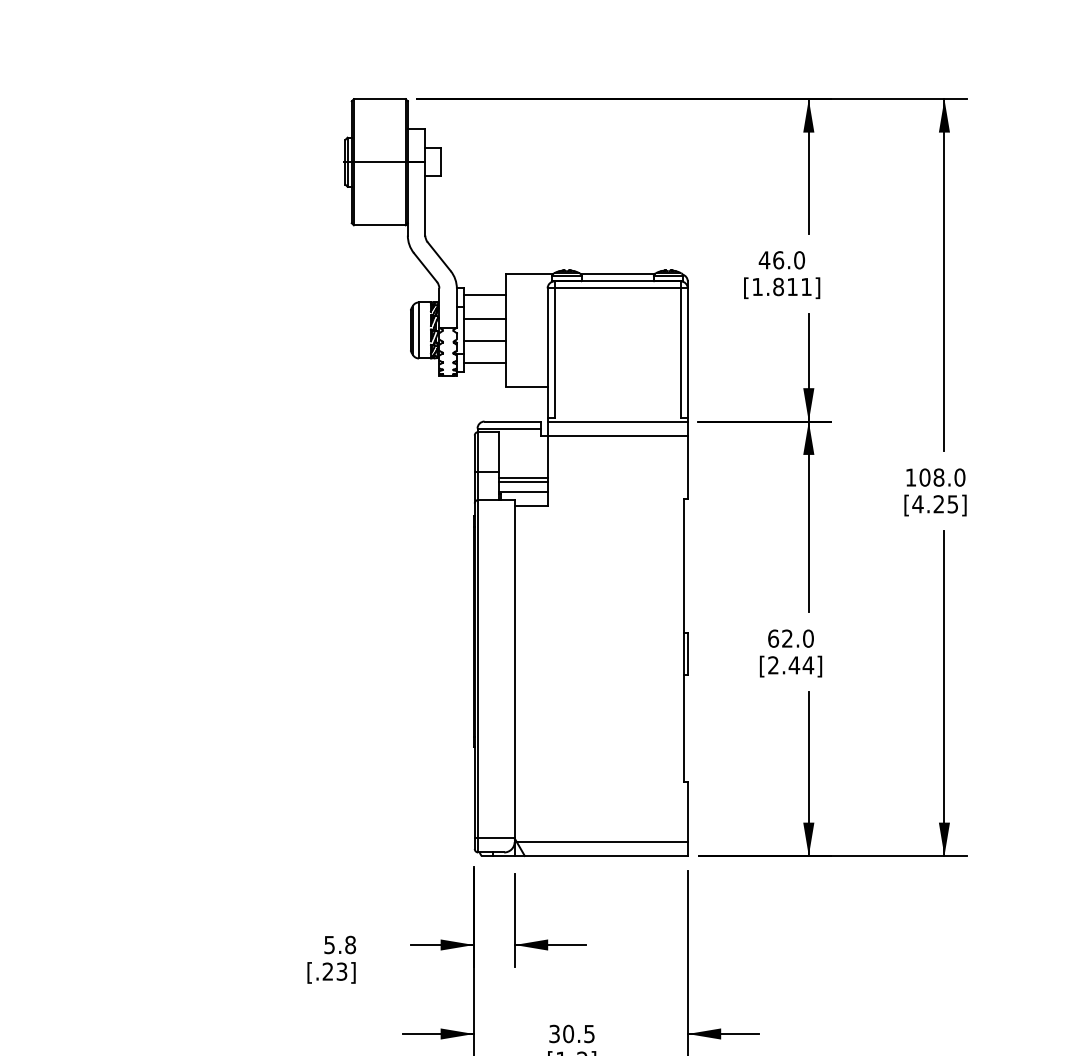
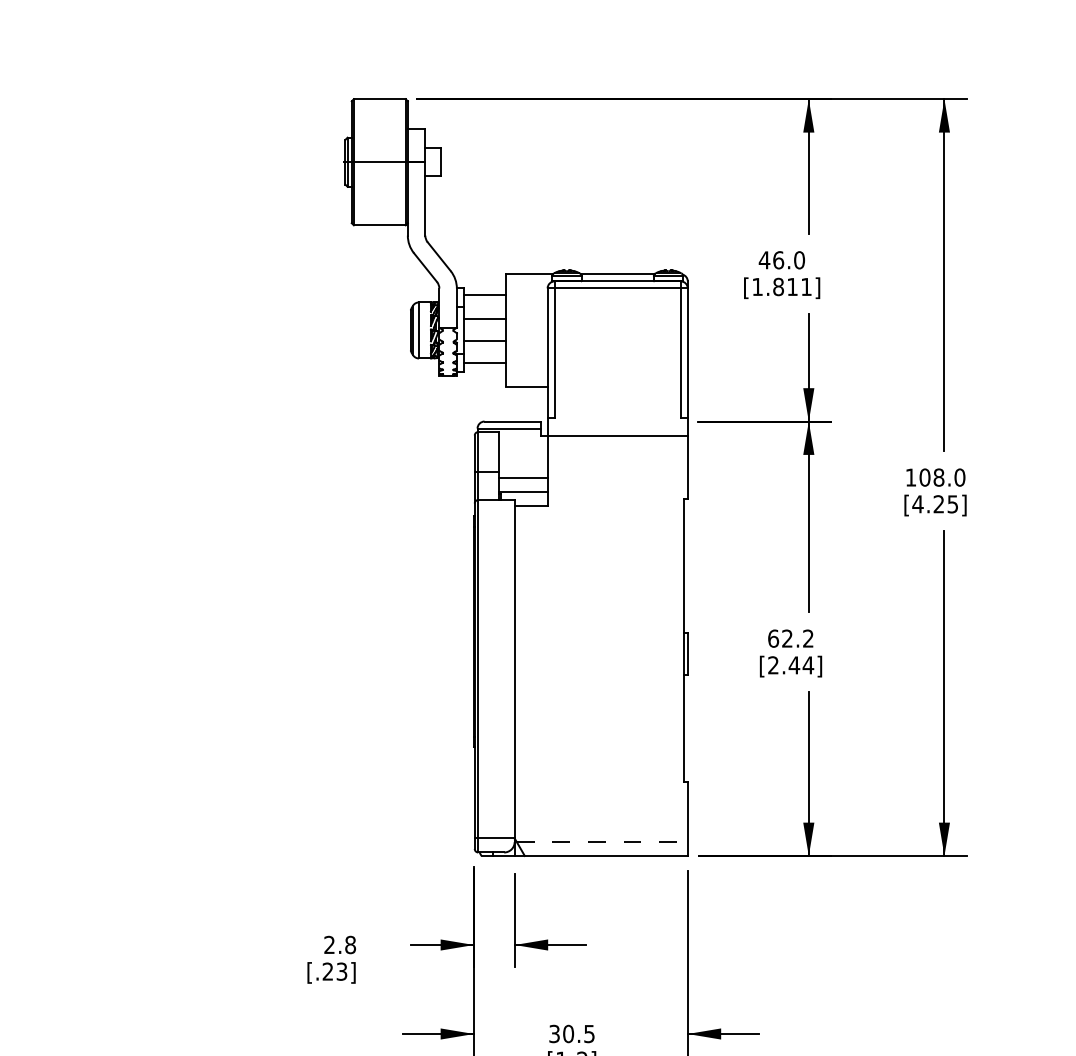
line at (617, 421): present -> none
line at (523, 481): present -> none
text at (808, 638): 62.0 -> 62.2
line at (602, 841): solid -> dashed
text at (329, 944): 5.8 -> 2.8
